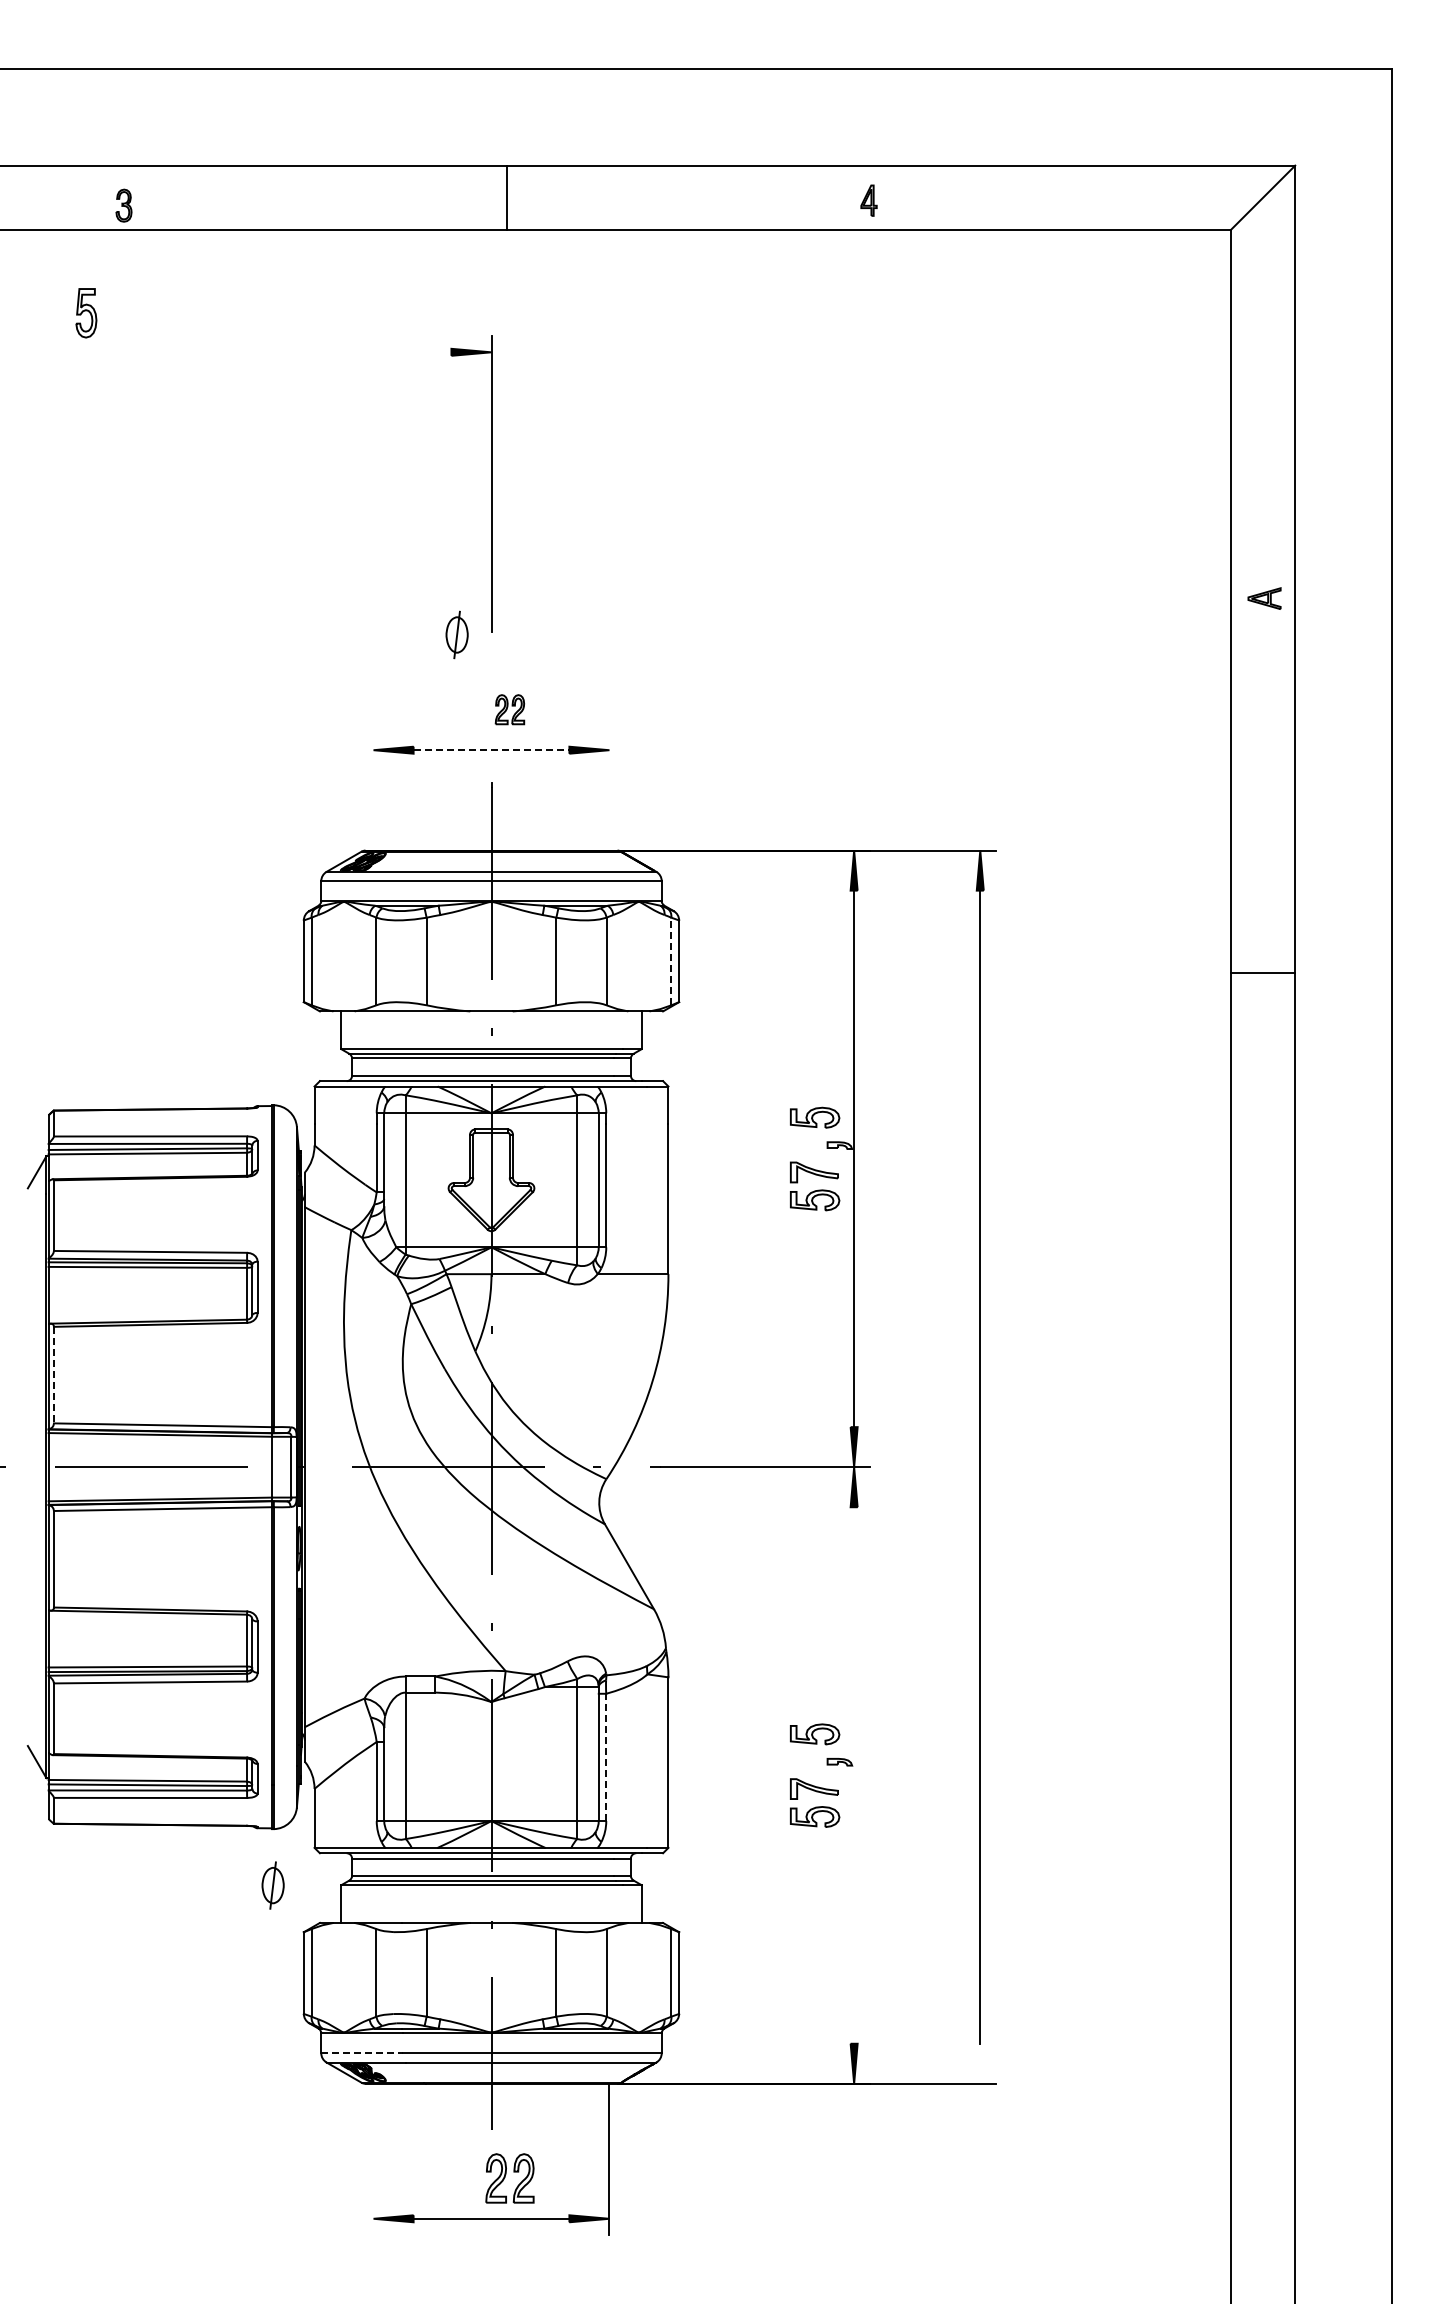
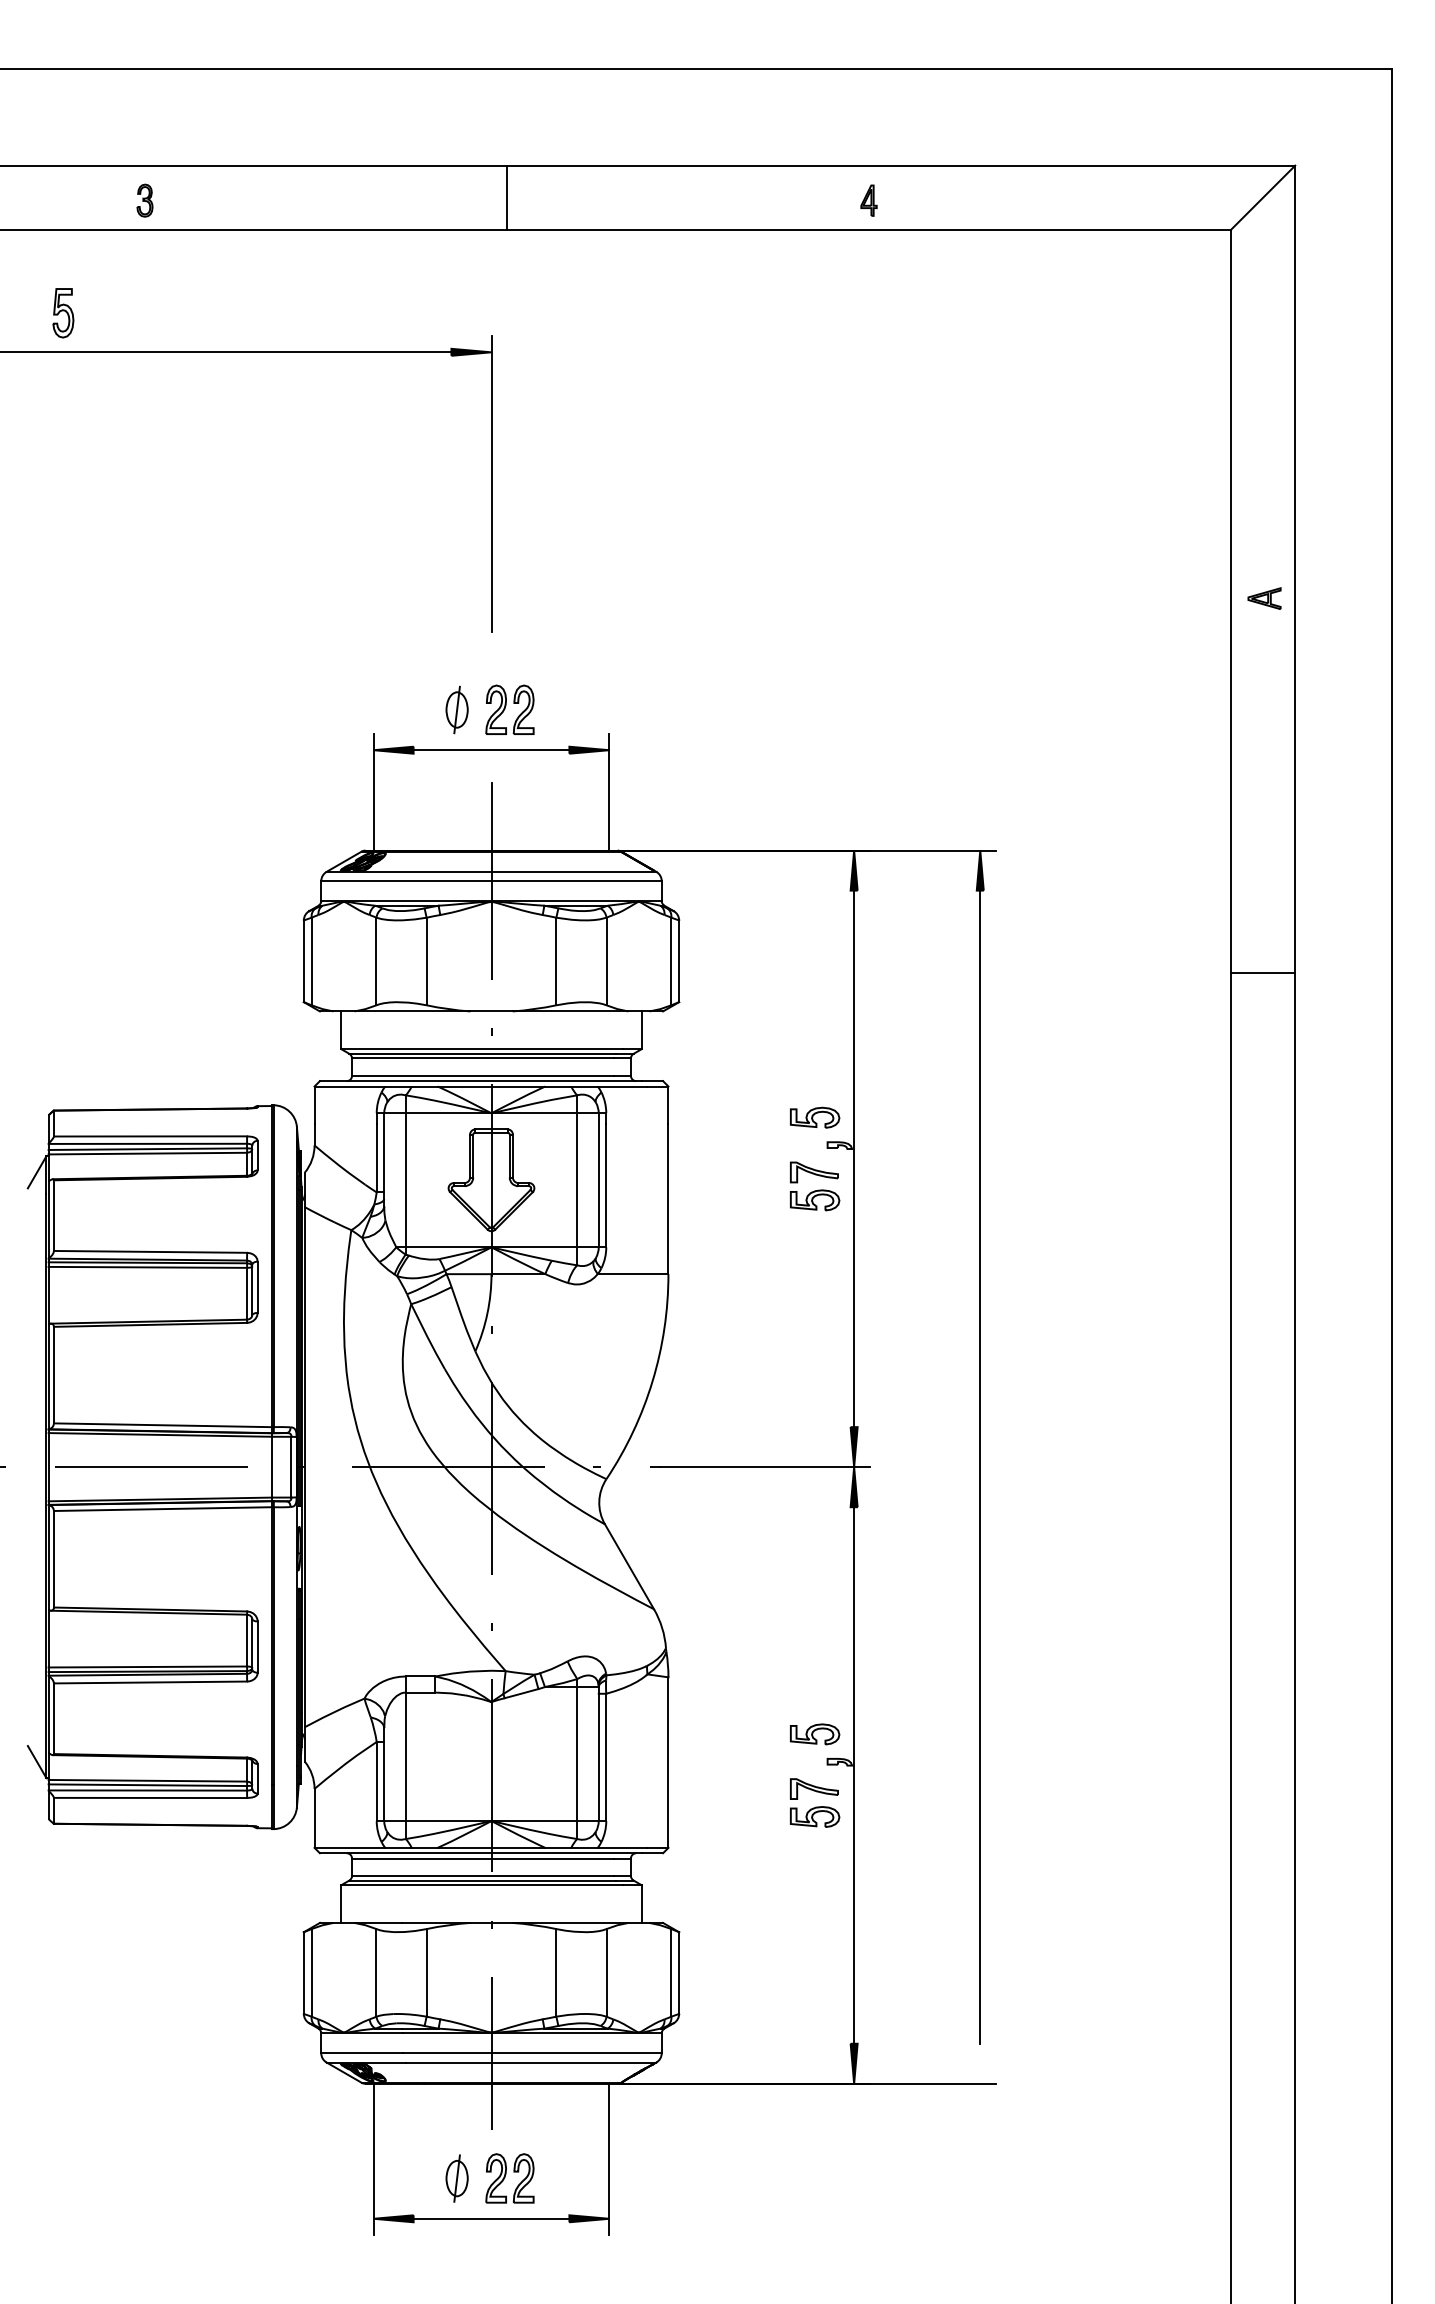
part at (123, 205) position: (123, 205) -> (144, 200)
part at (86, 313) position: (86, 313) -> (63, 313)
line at (226, 352): none -> present
part at (456, 634) position: (456, 634) -> (456, 709)
part at (509, 709) size: 32x32 px -> 50x51 px
line at (491, 750): dashed -> solid
line at (373, 792): none -> present
line at (609, 792): none -> present
line at (671, 961): dashed -> solid
line at (53, 1375): dashed -> solid
line at (606, 1757): dashed -> solid
line at (854, 1775): none -> present
part at (272, 1885) position: (272, 1885) -> (456, 2178)
line at (362, 2053): dashed -> solid
line at (373, 2158): none -> present
